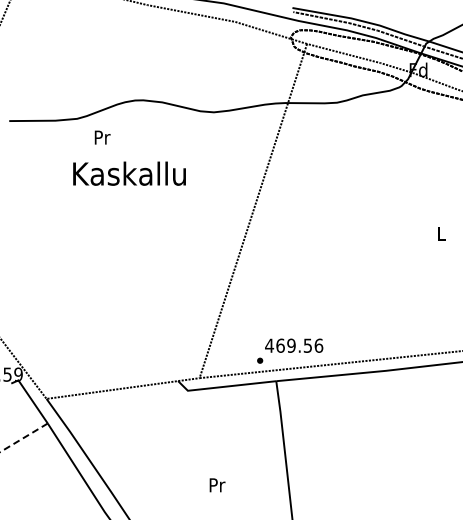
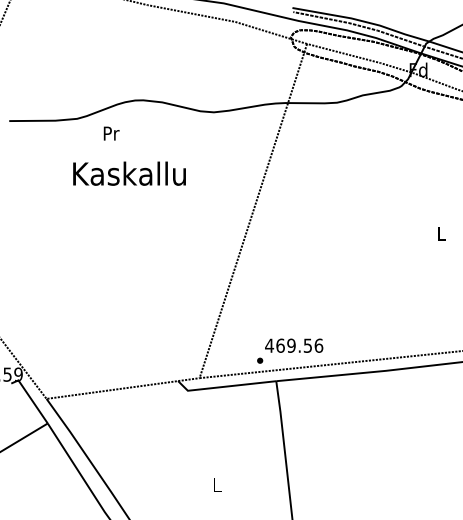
text at (102, 137) position: (102, 137) -> (111, 133)
line at (23, 437): dashed -> solid
text at (217, 485): Pr -> L
